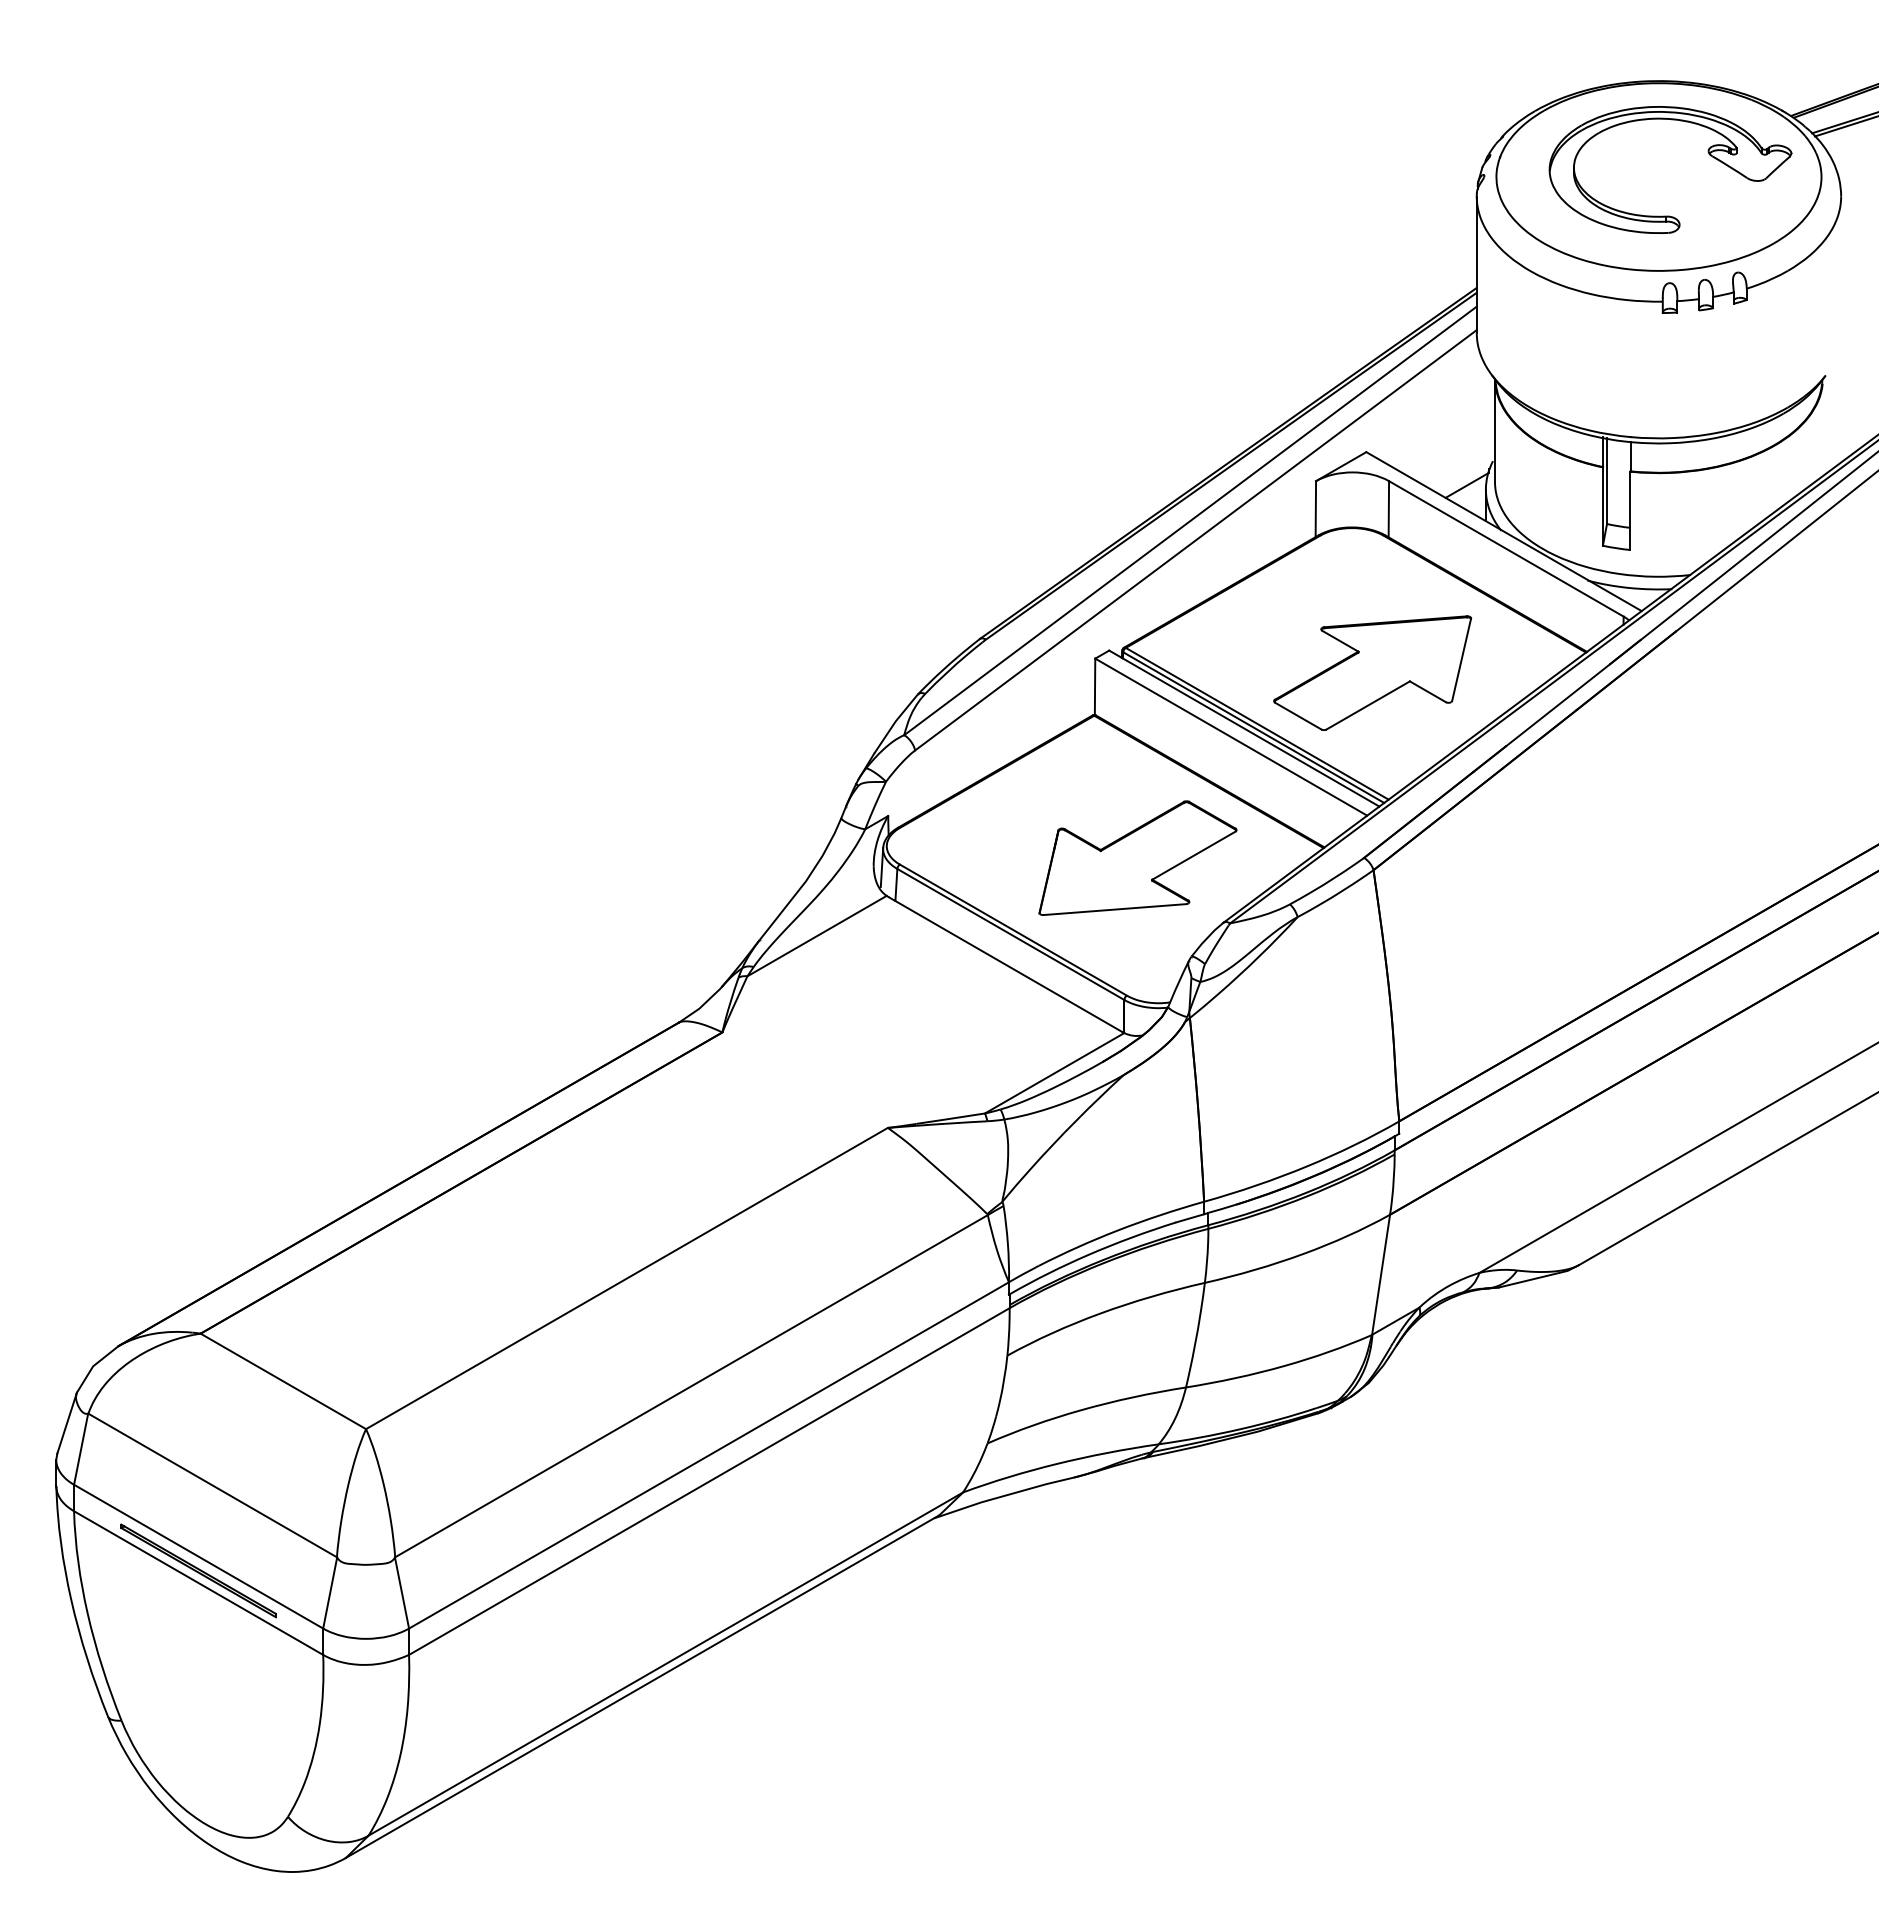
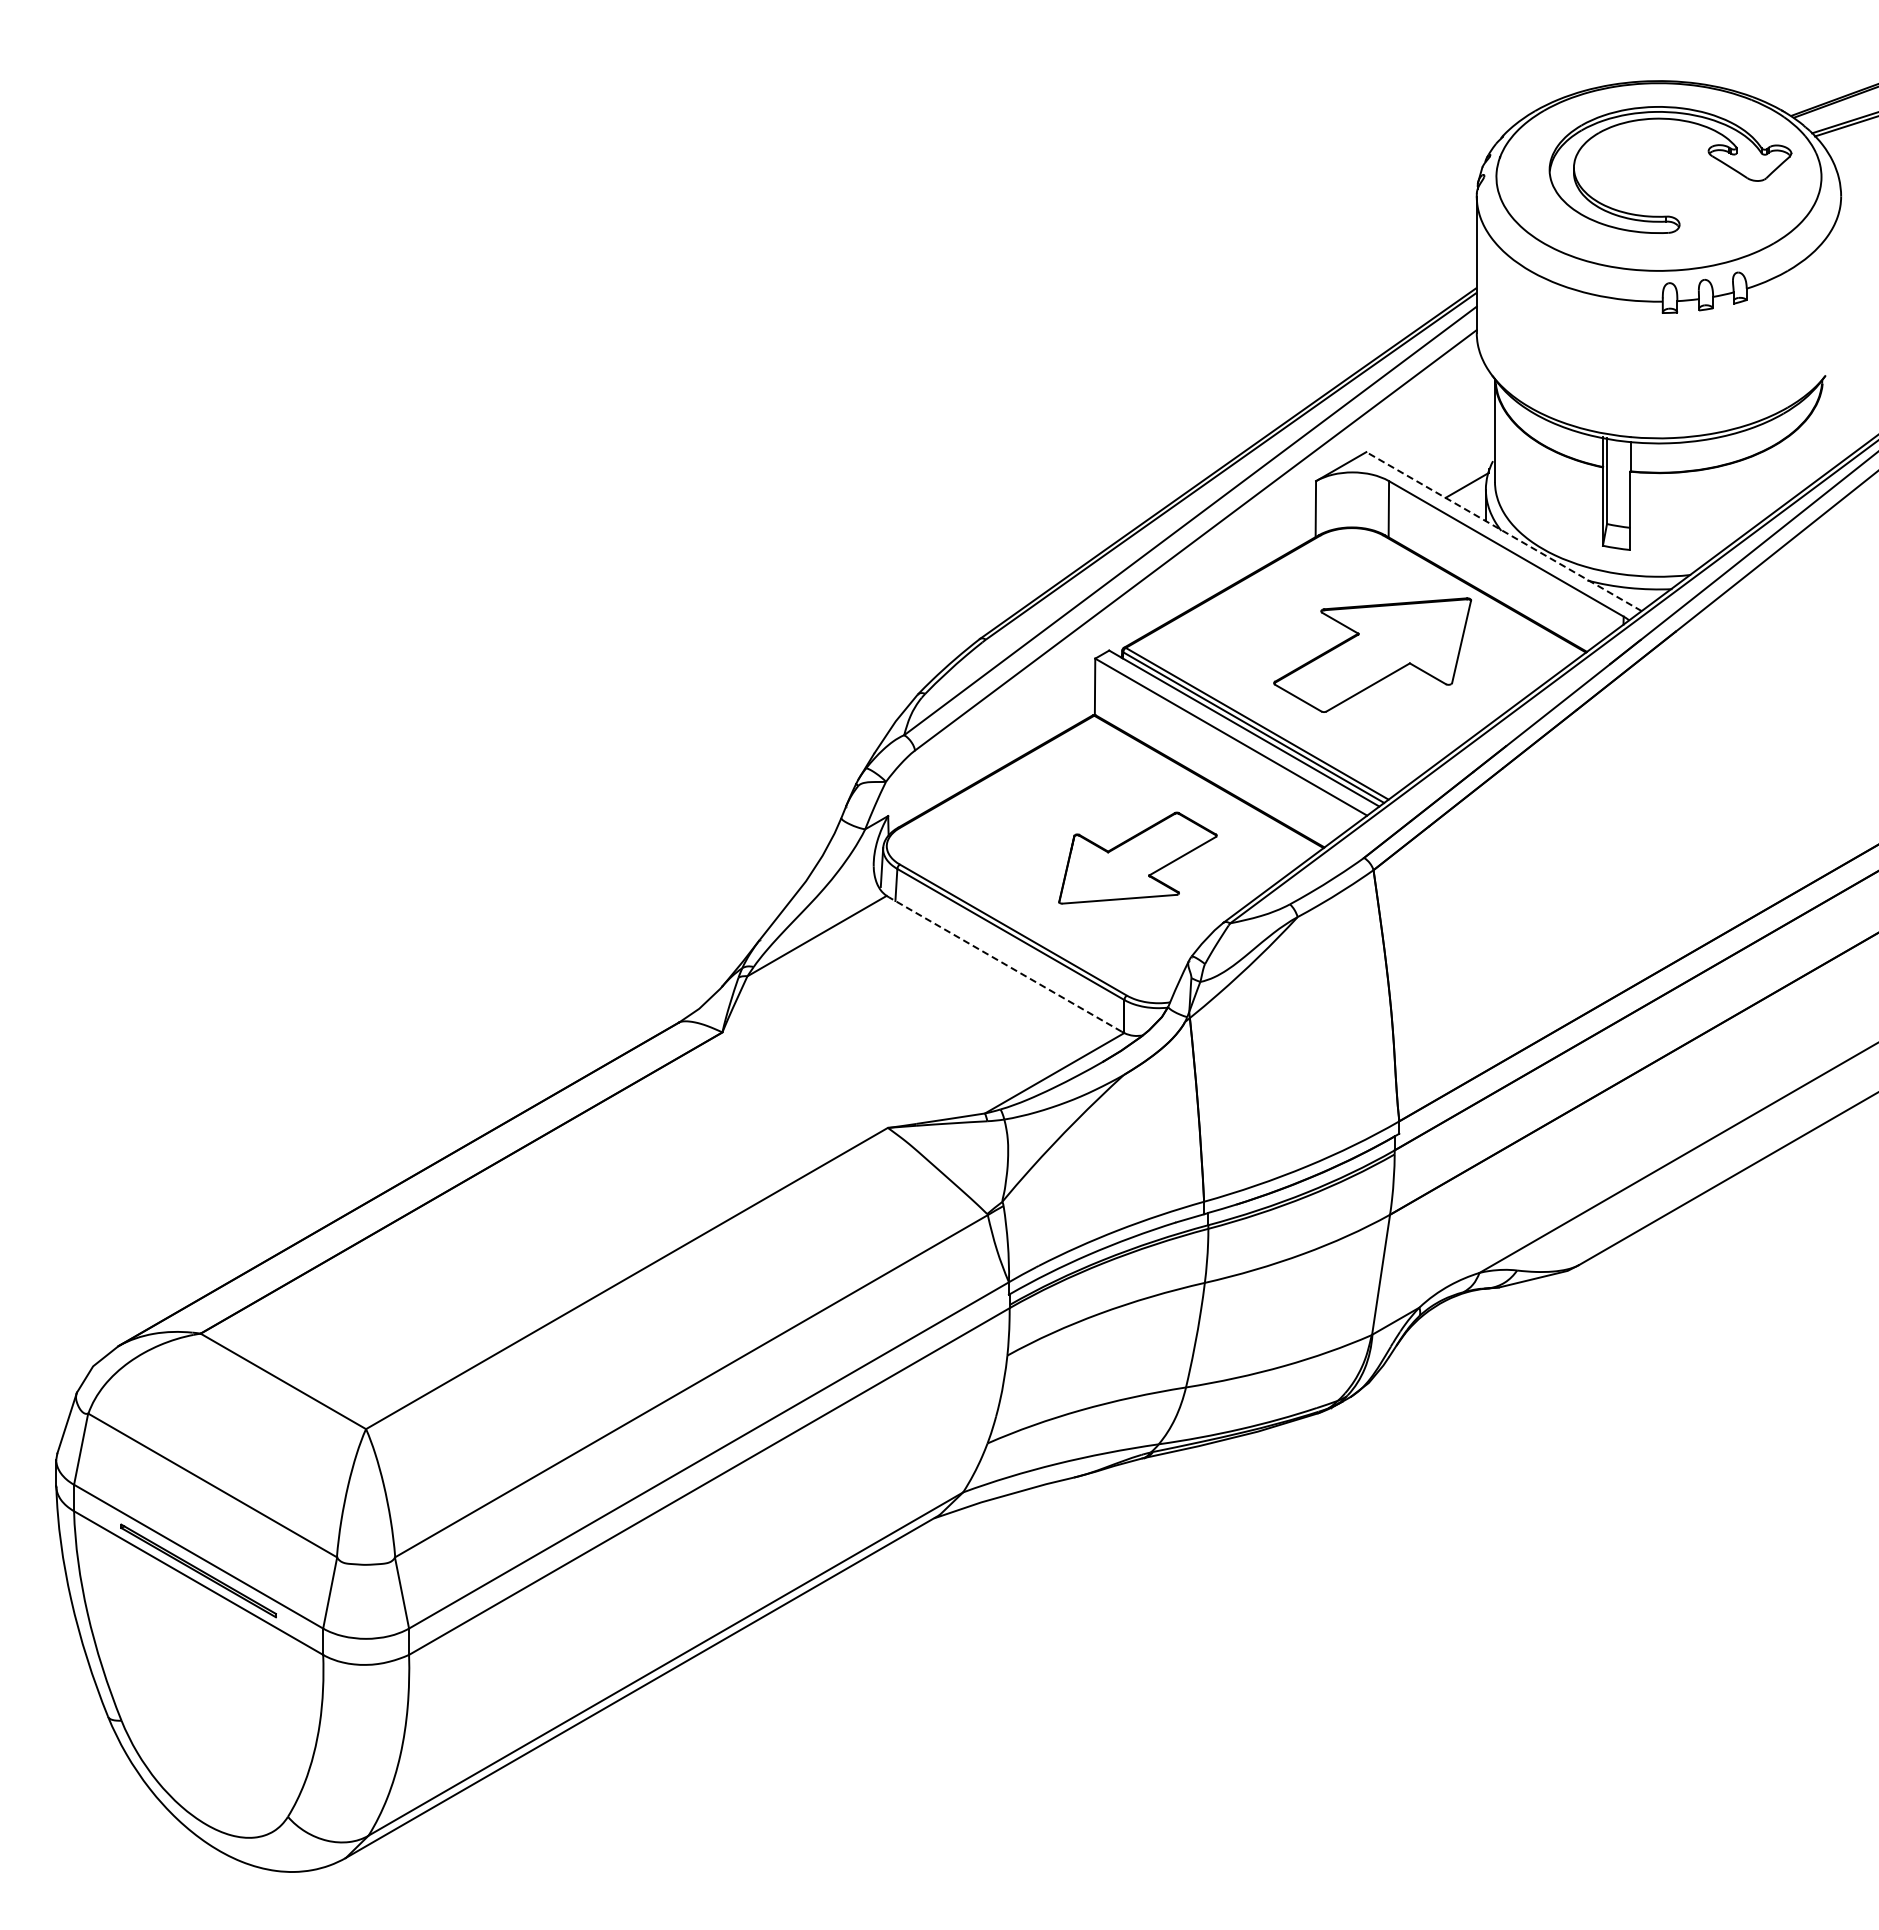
line at (1504, 531): solid -> dashed
part at (1372, 672) position: (1372, 672) -> (1372, 654)
part at (1137, 857) size: 200x116 px -> 160x94 px
line at (1005, 964): solid -> dashed
